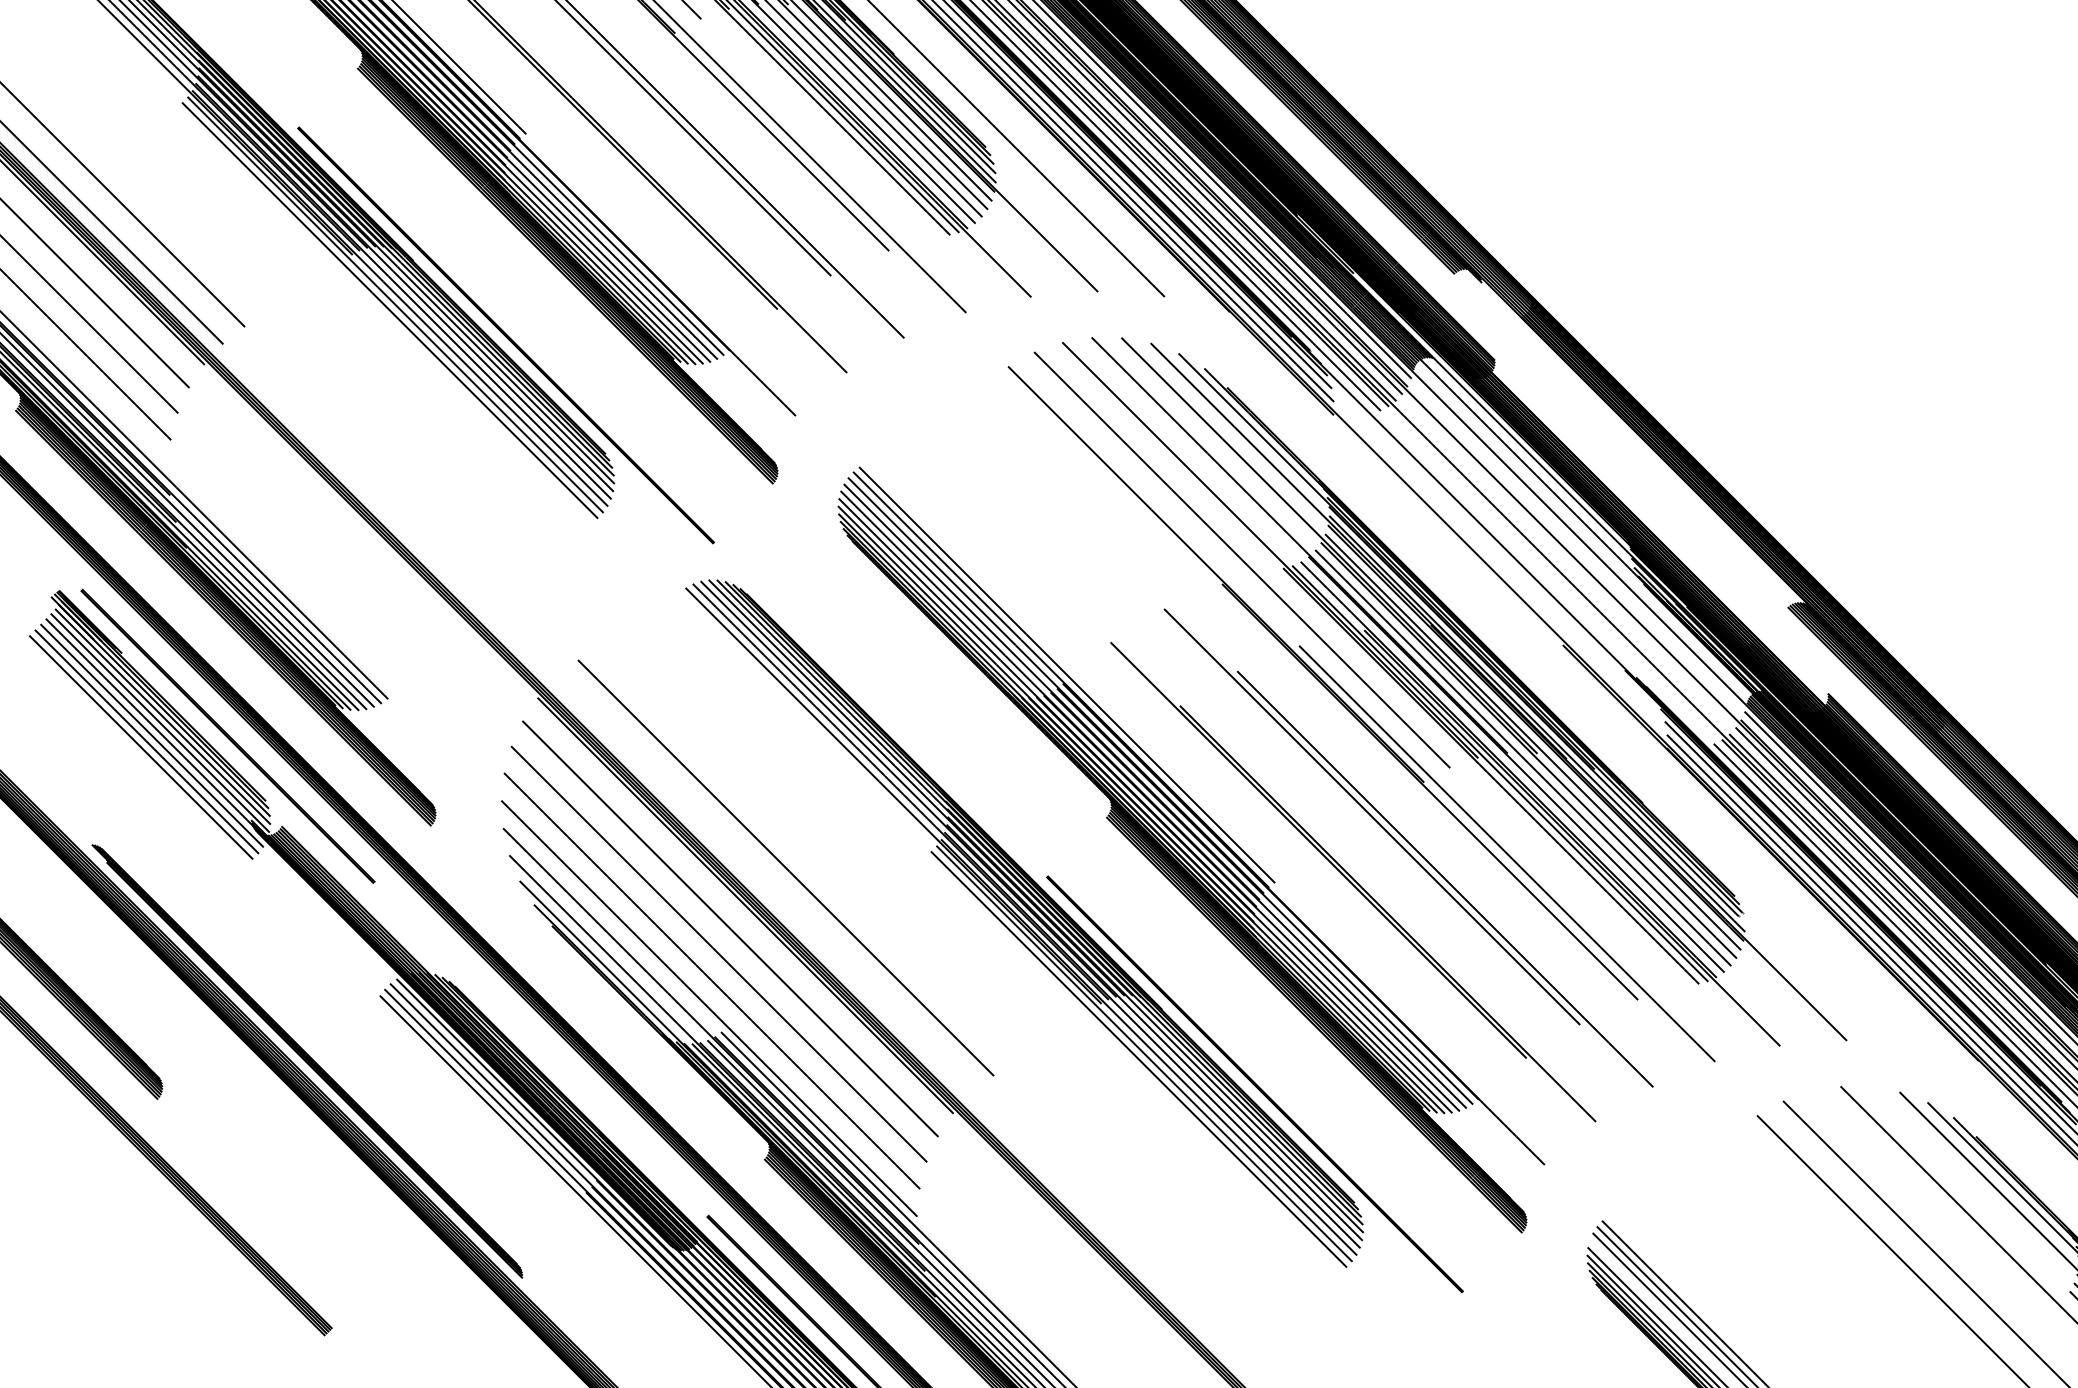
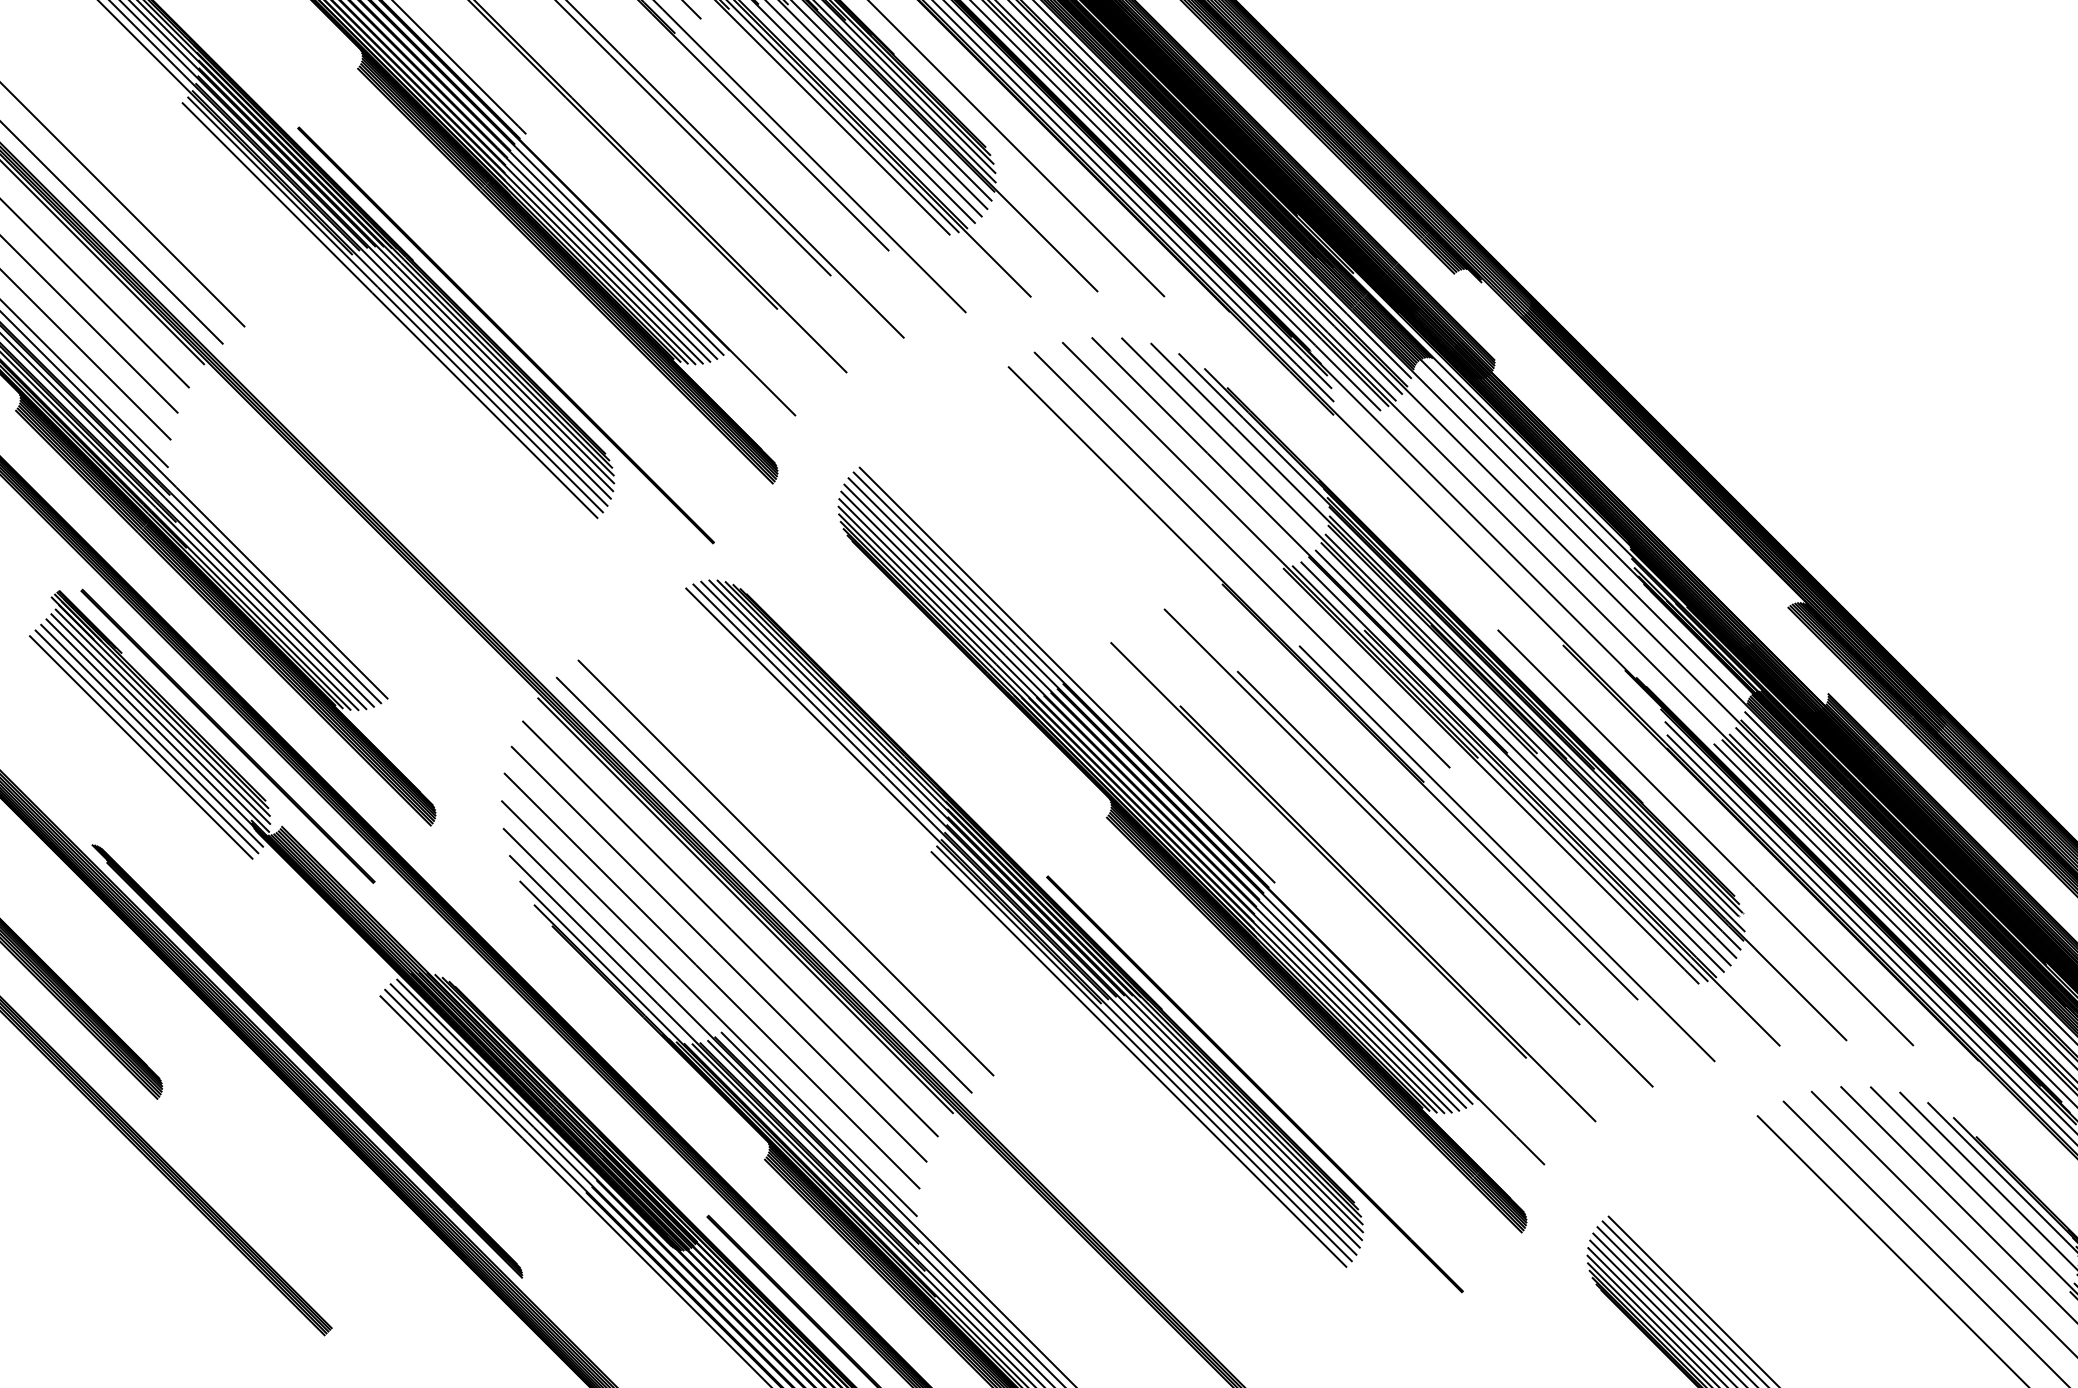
line at (85, 384): none -> present
line at (1705, 837): none -> present
line at (763, 884): none -> present
line at (1972, 1188): none -> present
line at (1942, 1222): none -> present
line at (1692, 1299): none -> present
line at (1661, 1311): none -> present
